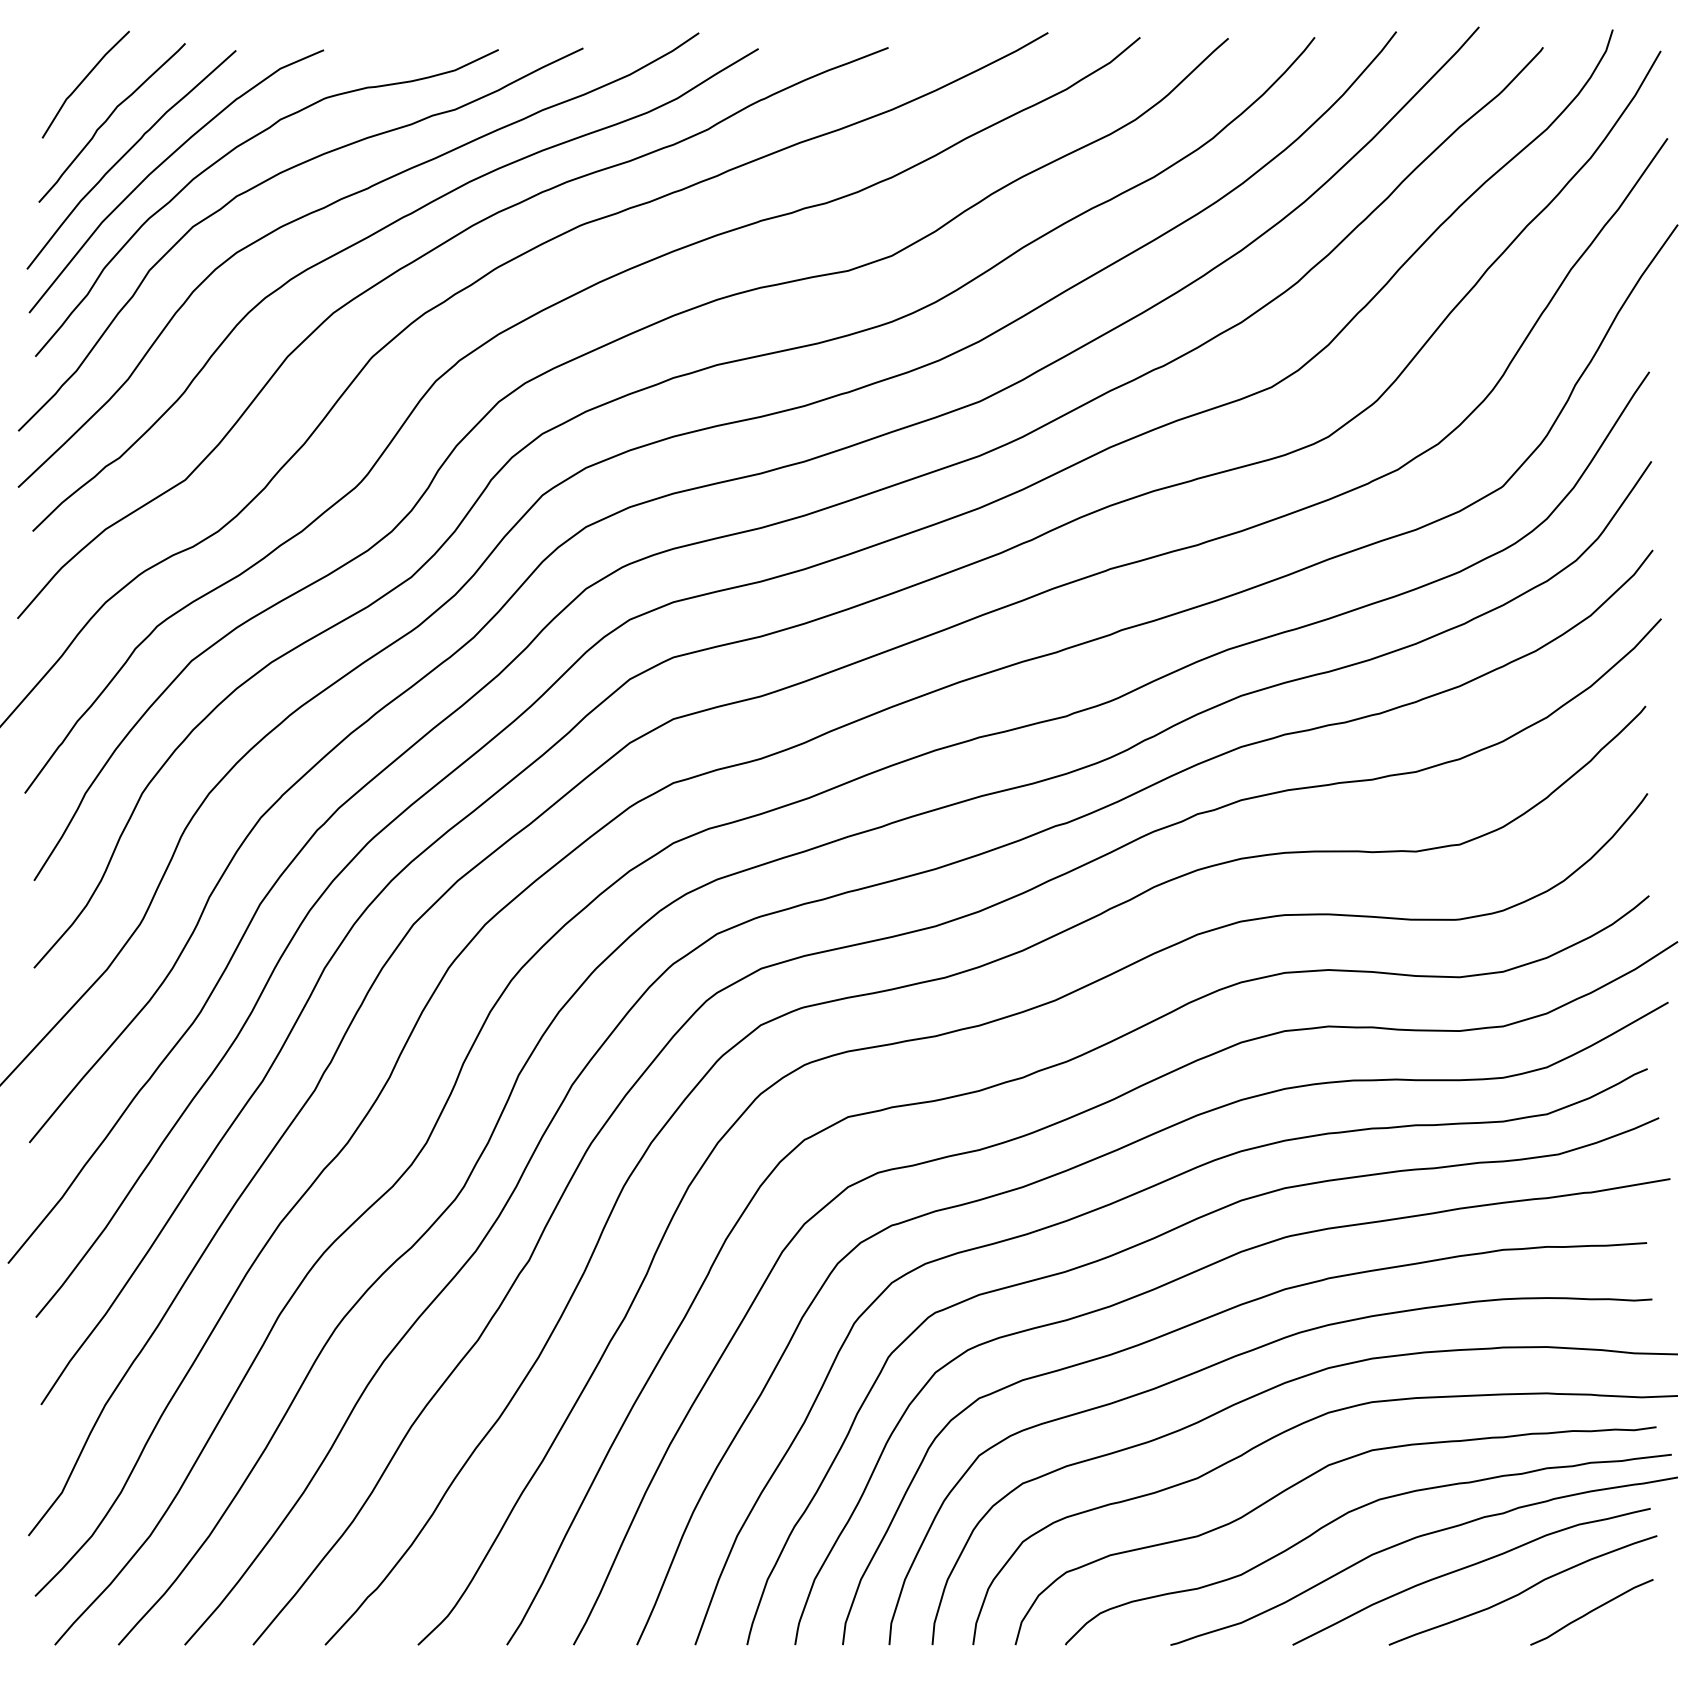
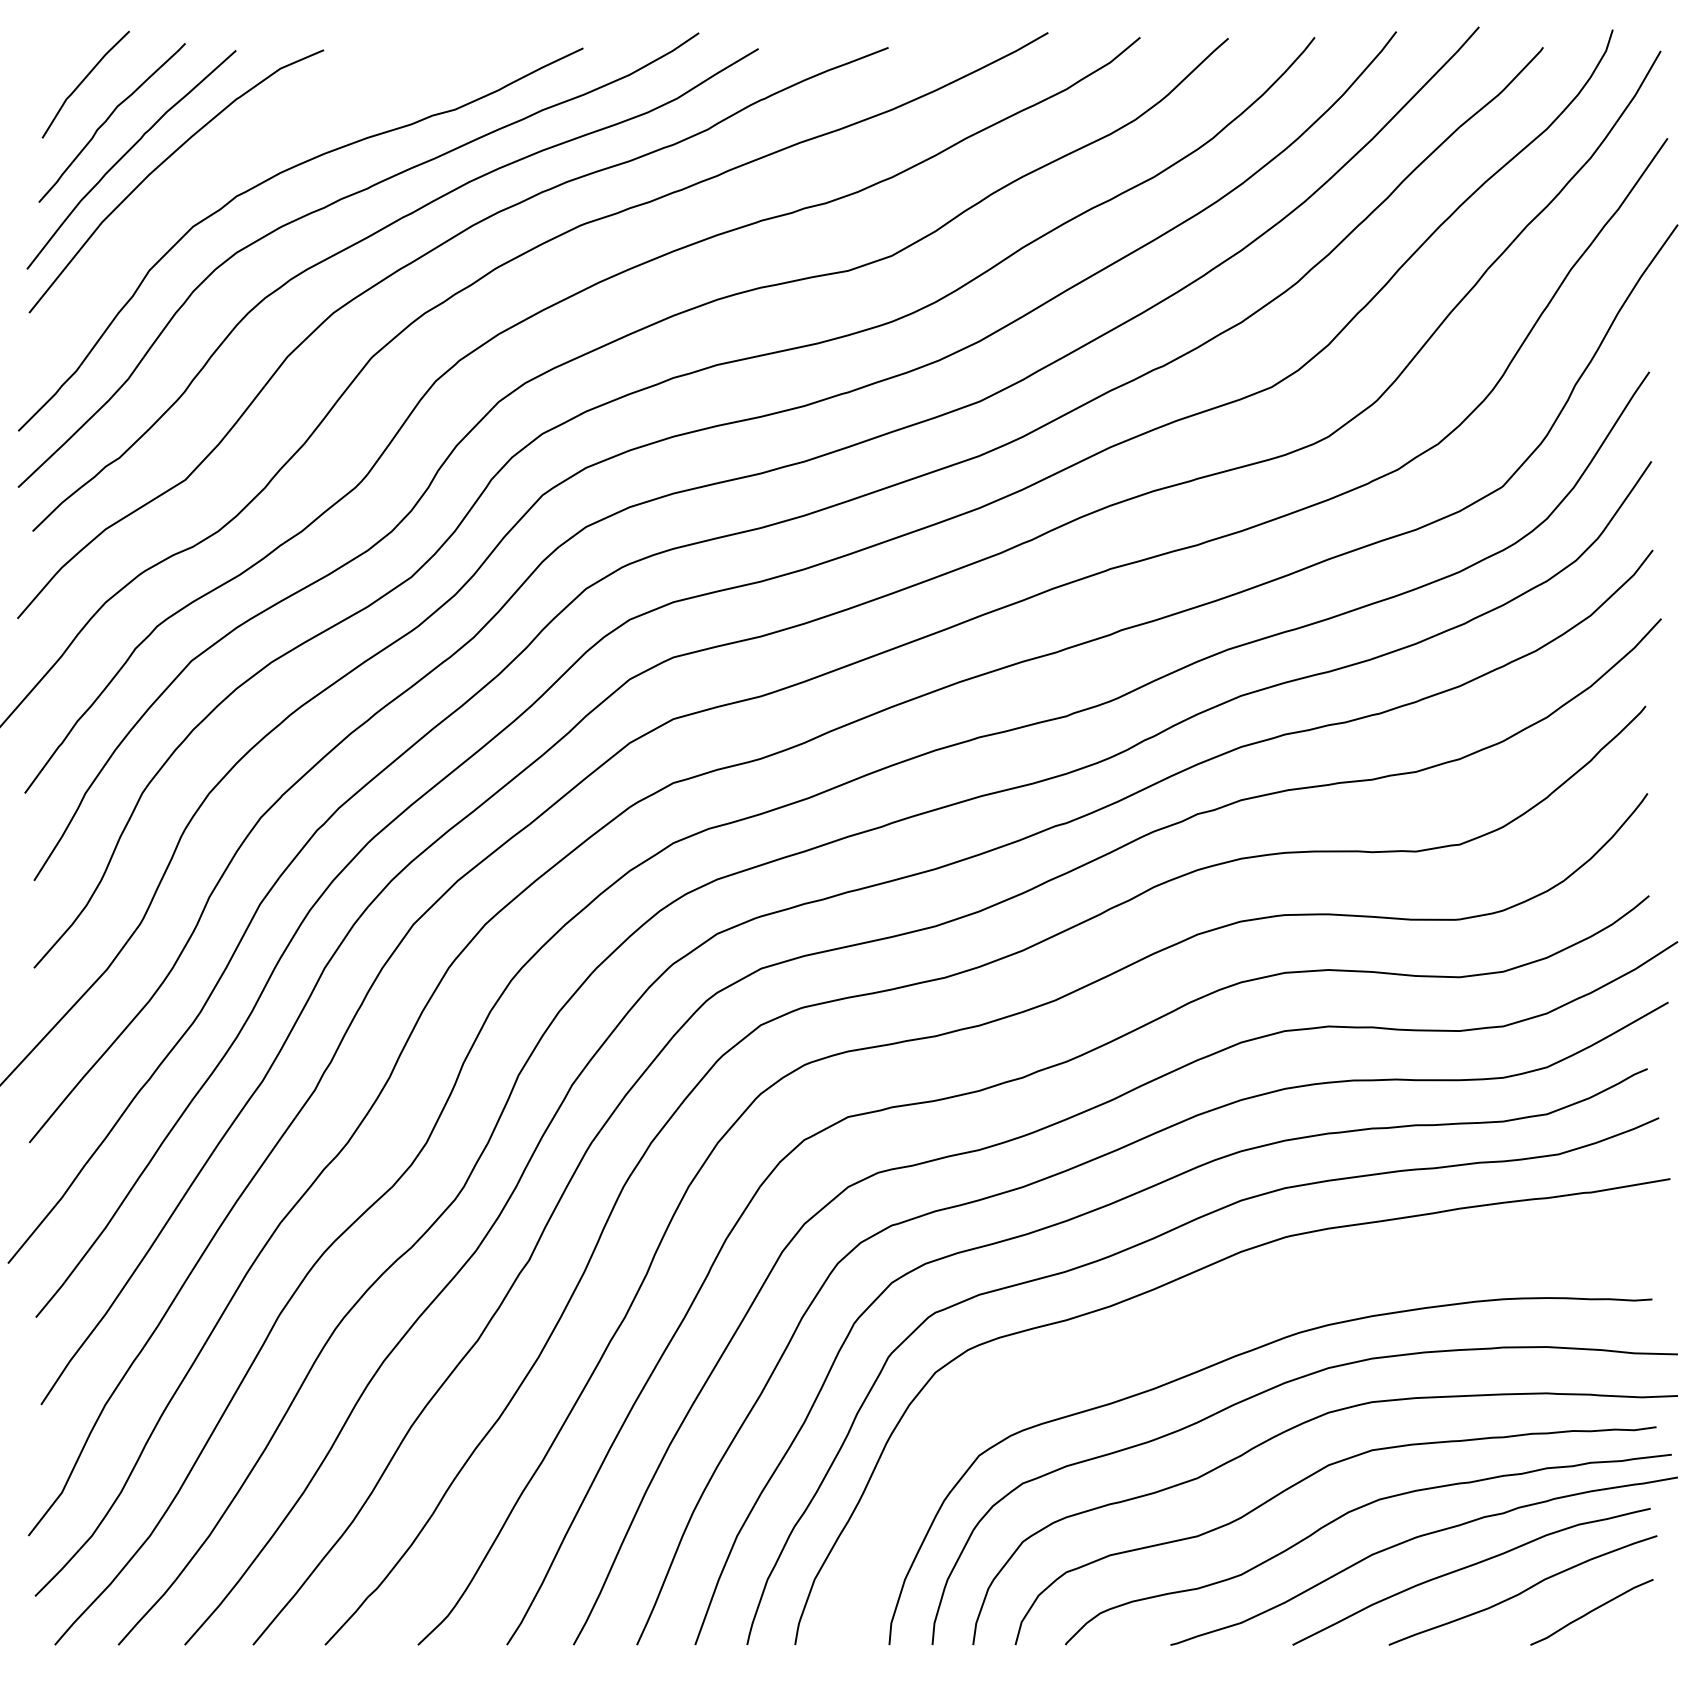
curve at (231, 152): present -> none
curve at (1194, 1324): present -> none
